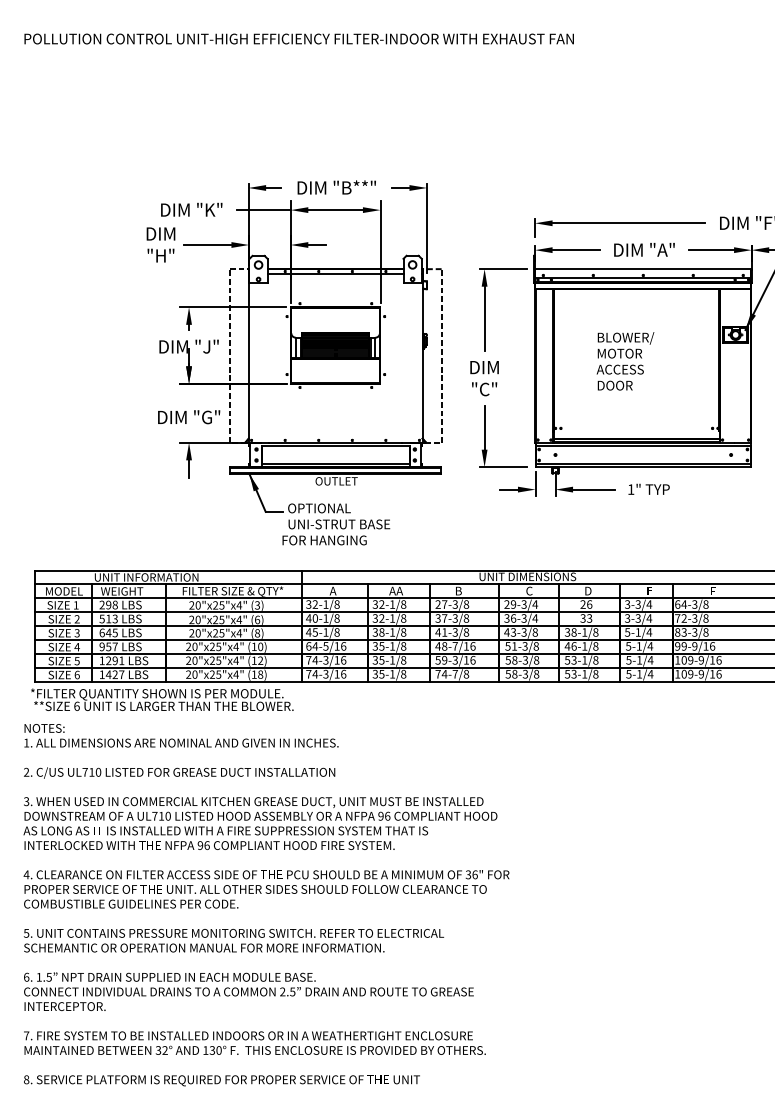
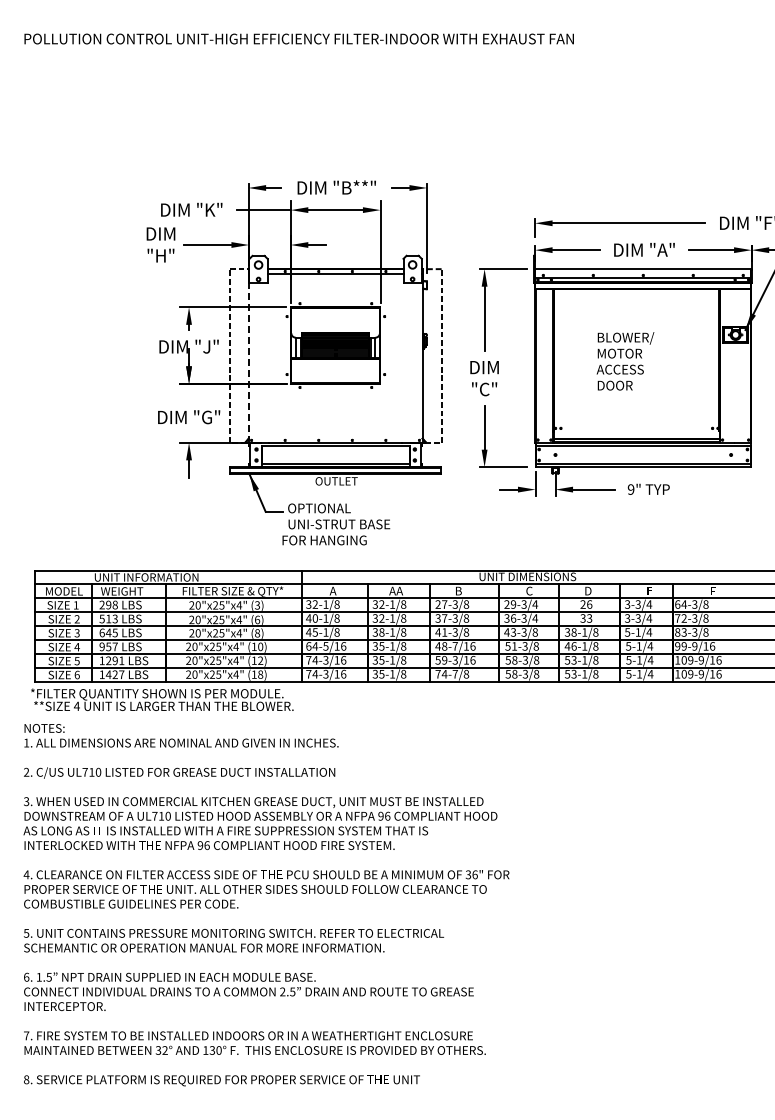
line at (248, 362): solid -> dashed
text at (630, 489): 1" -> 9"
text at (76, 705): 6 -> 4
